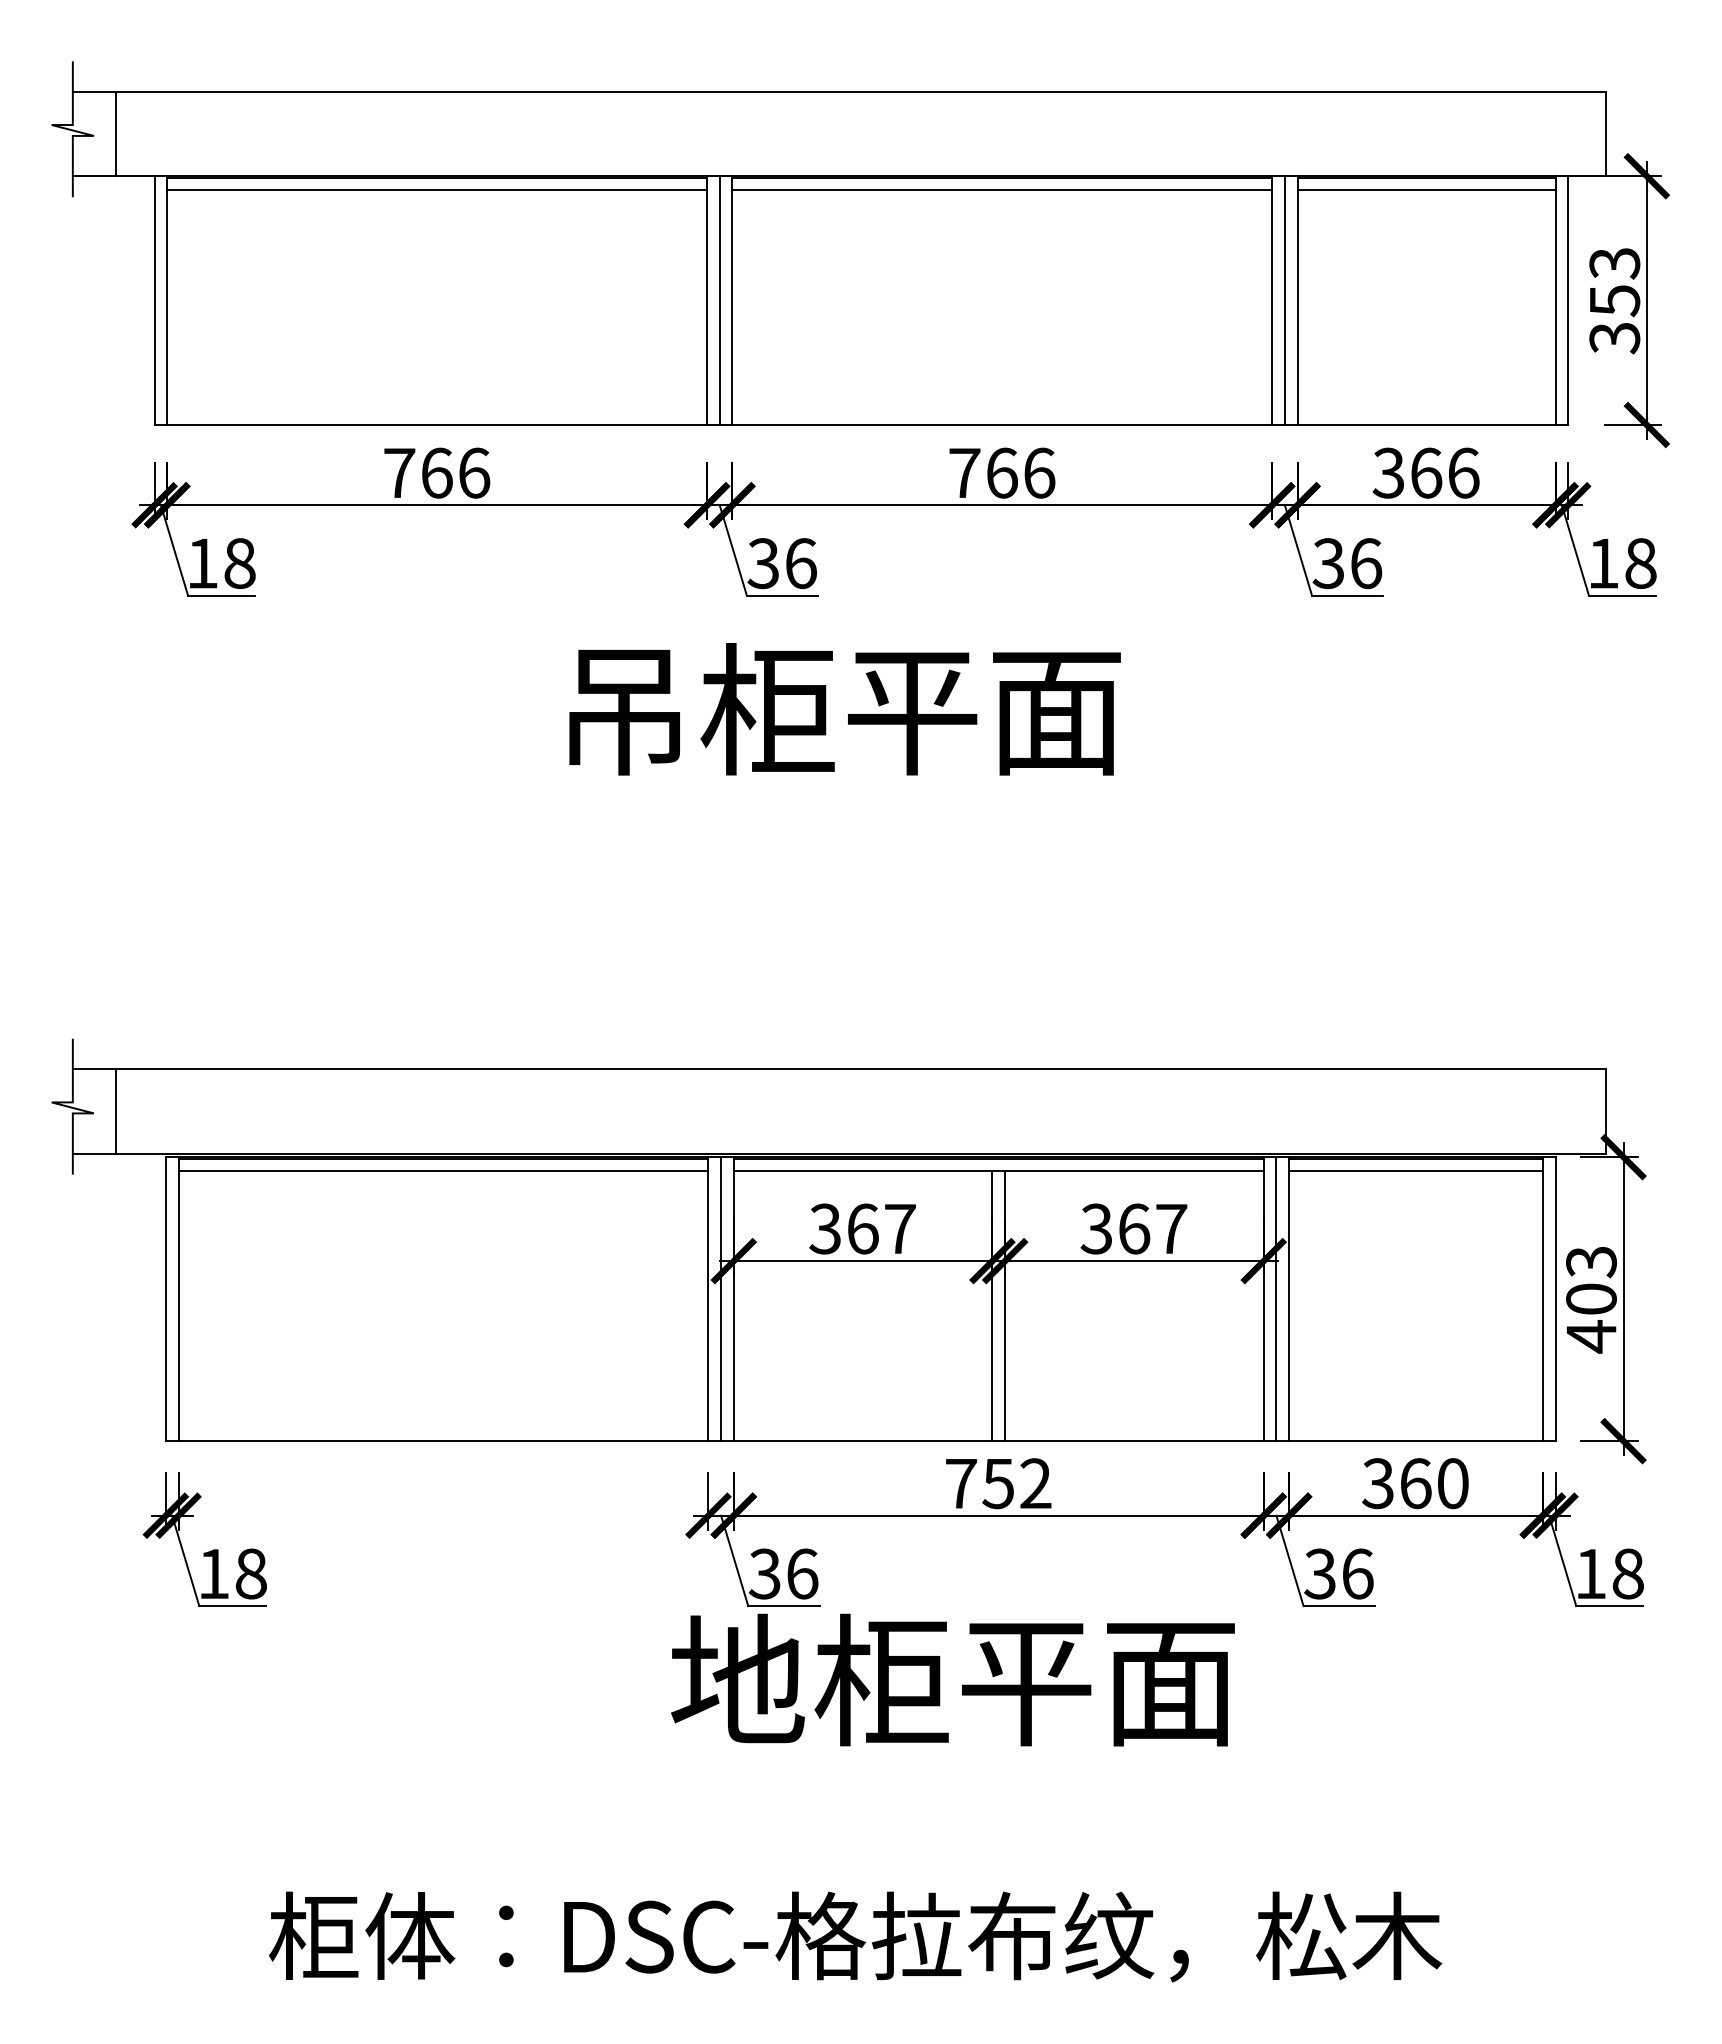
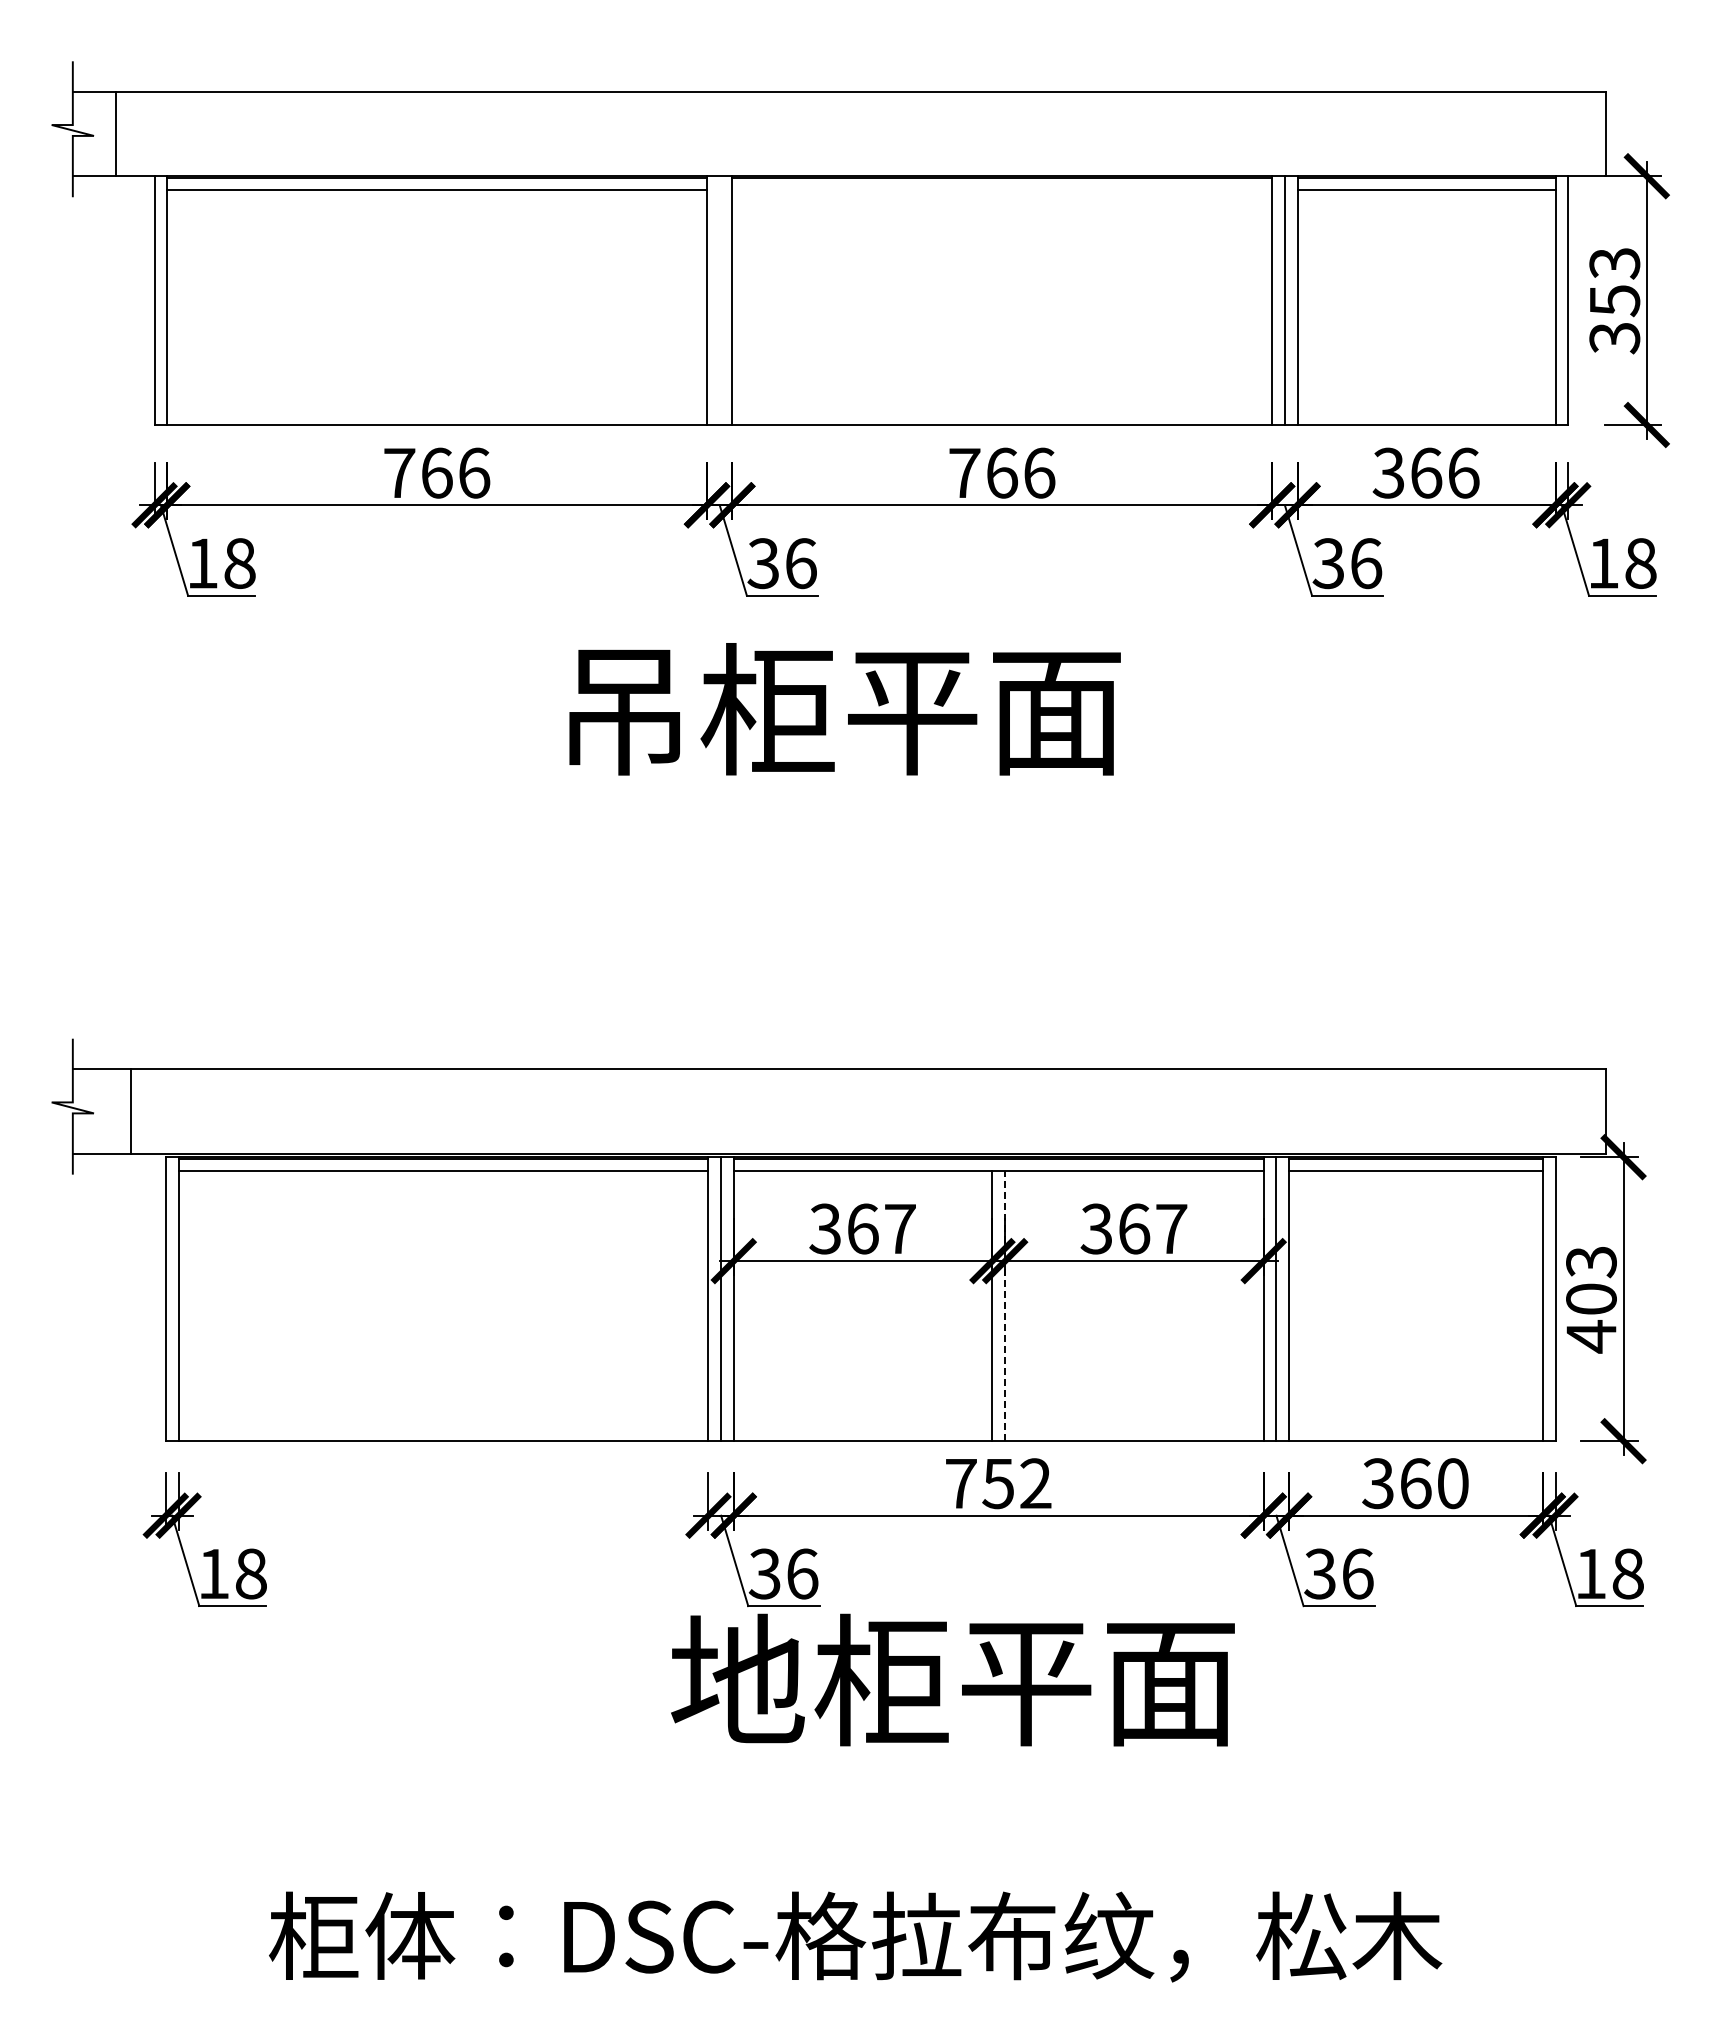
line at (1002, 190): present -> none
line at (719, 300): present -> none
line at (115, 1111) position: (115, 1111) -> (130, 1111)
line at (1005, 1306): solid -> dashed
